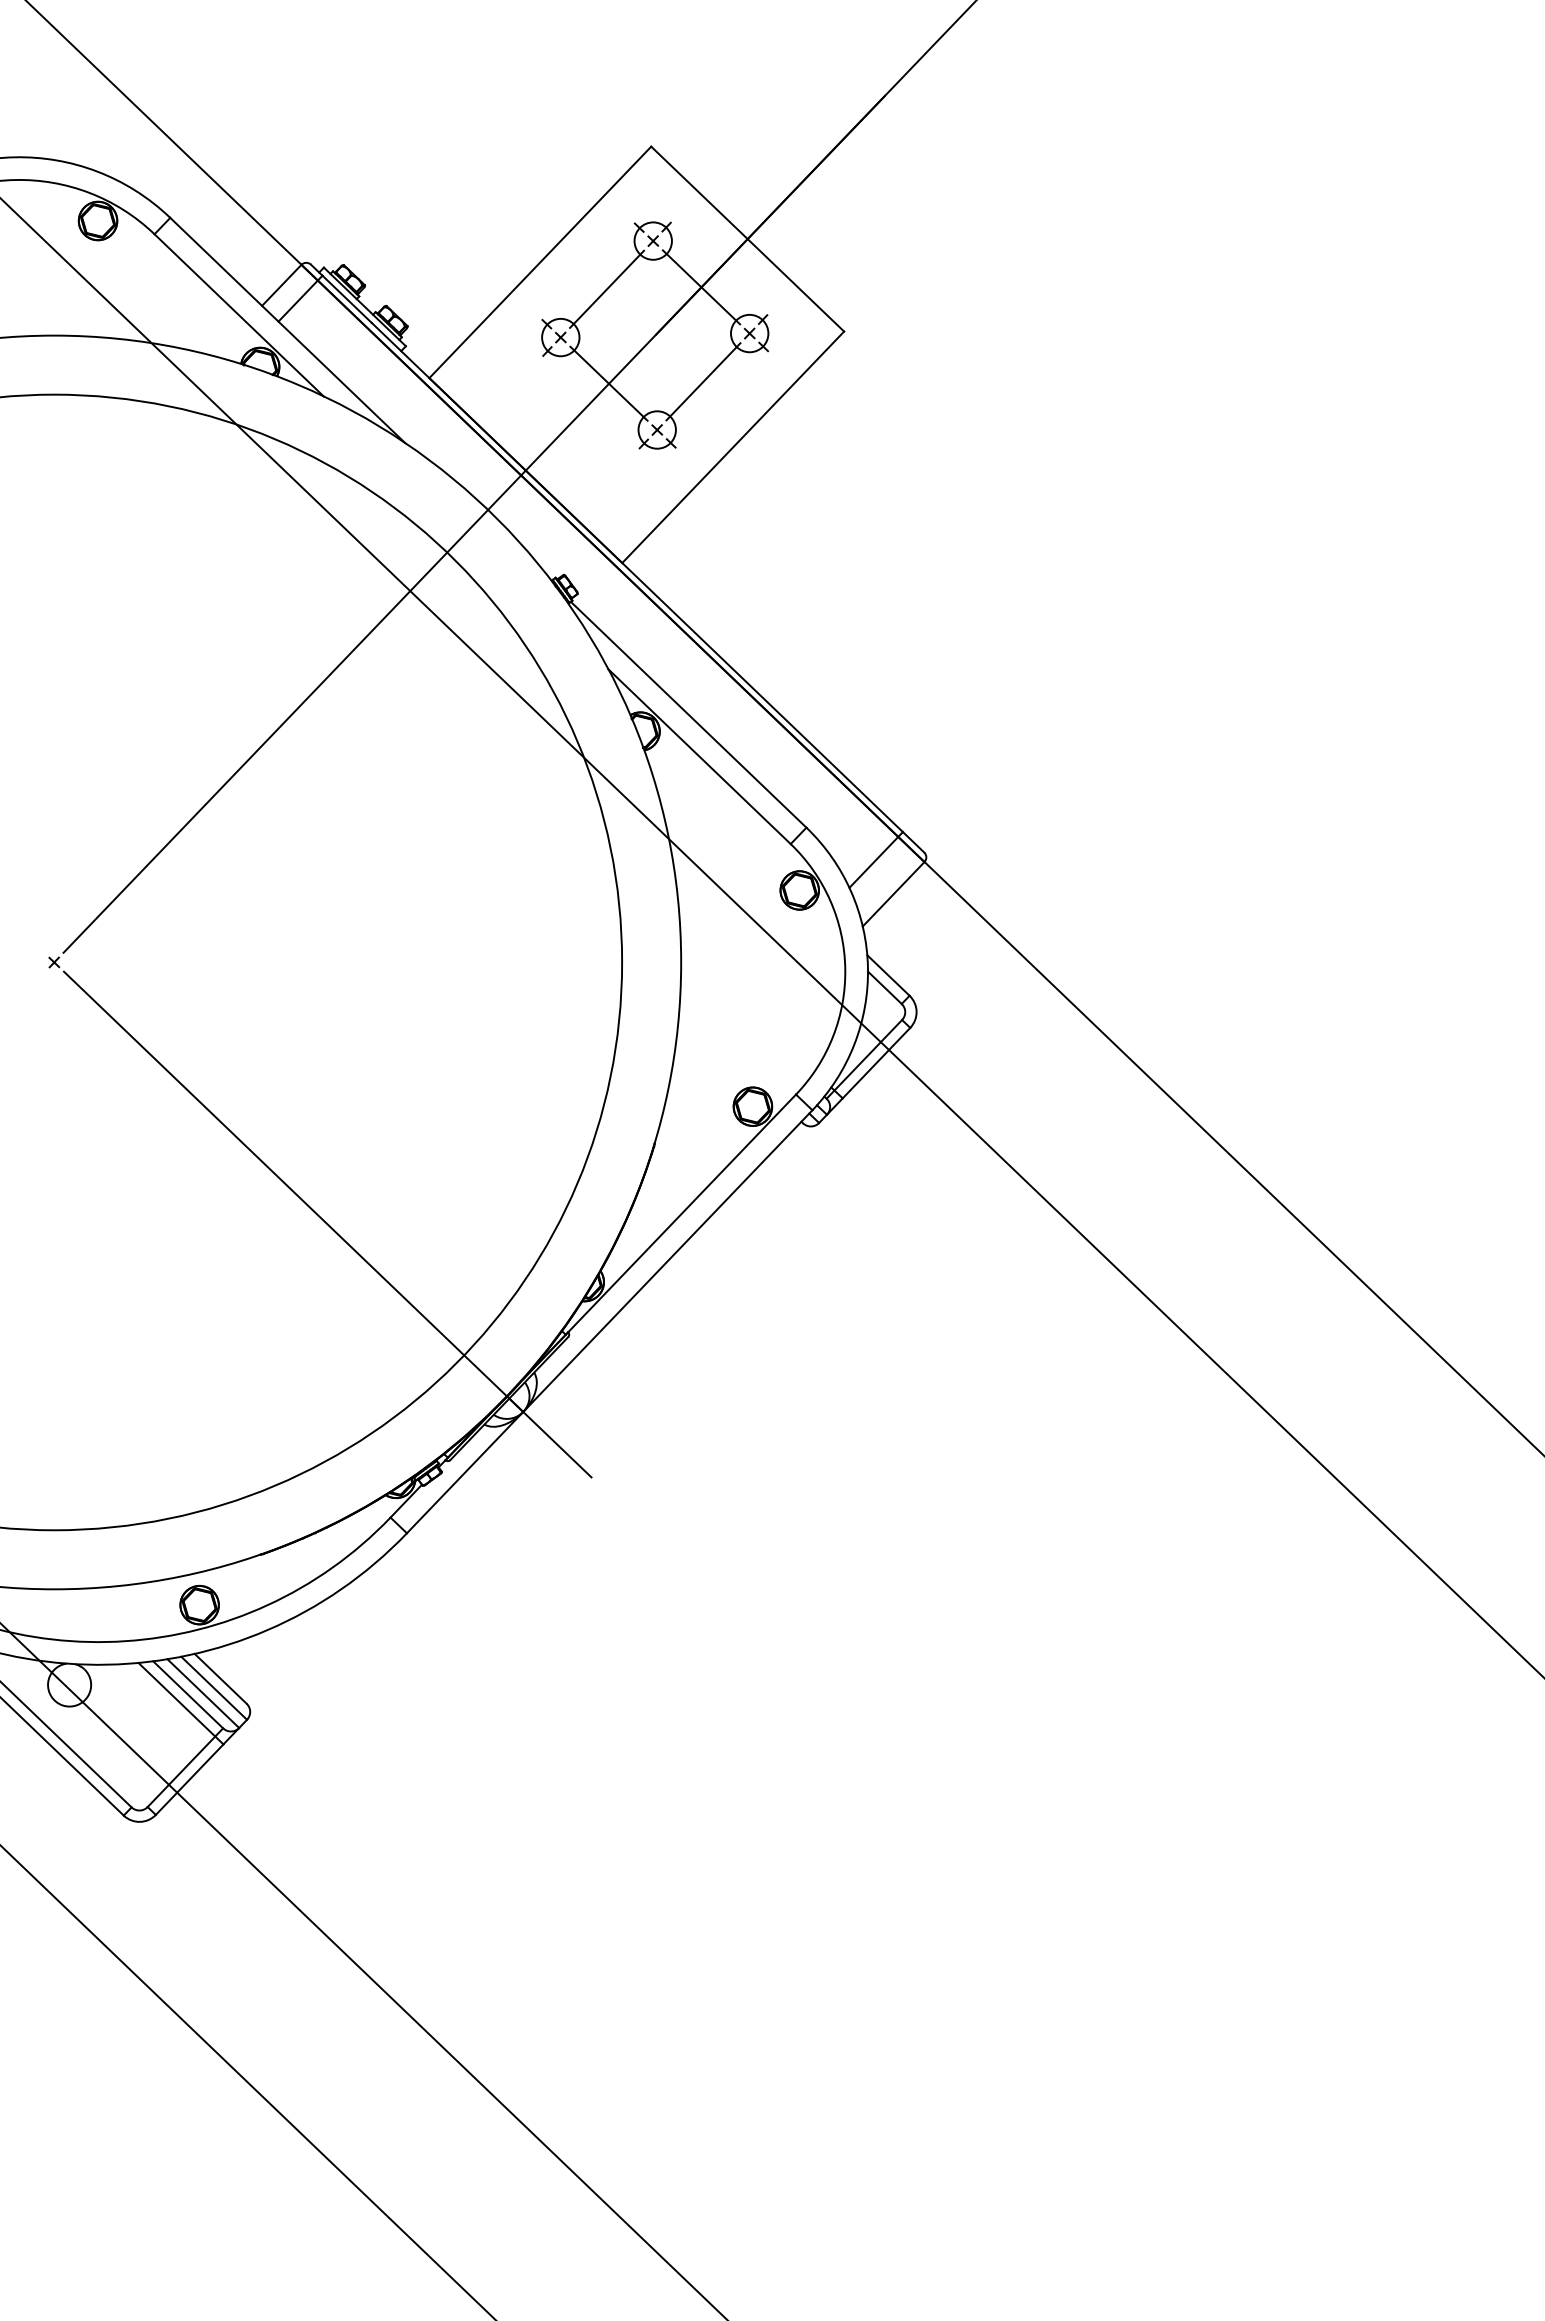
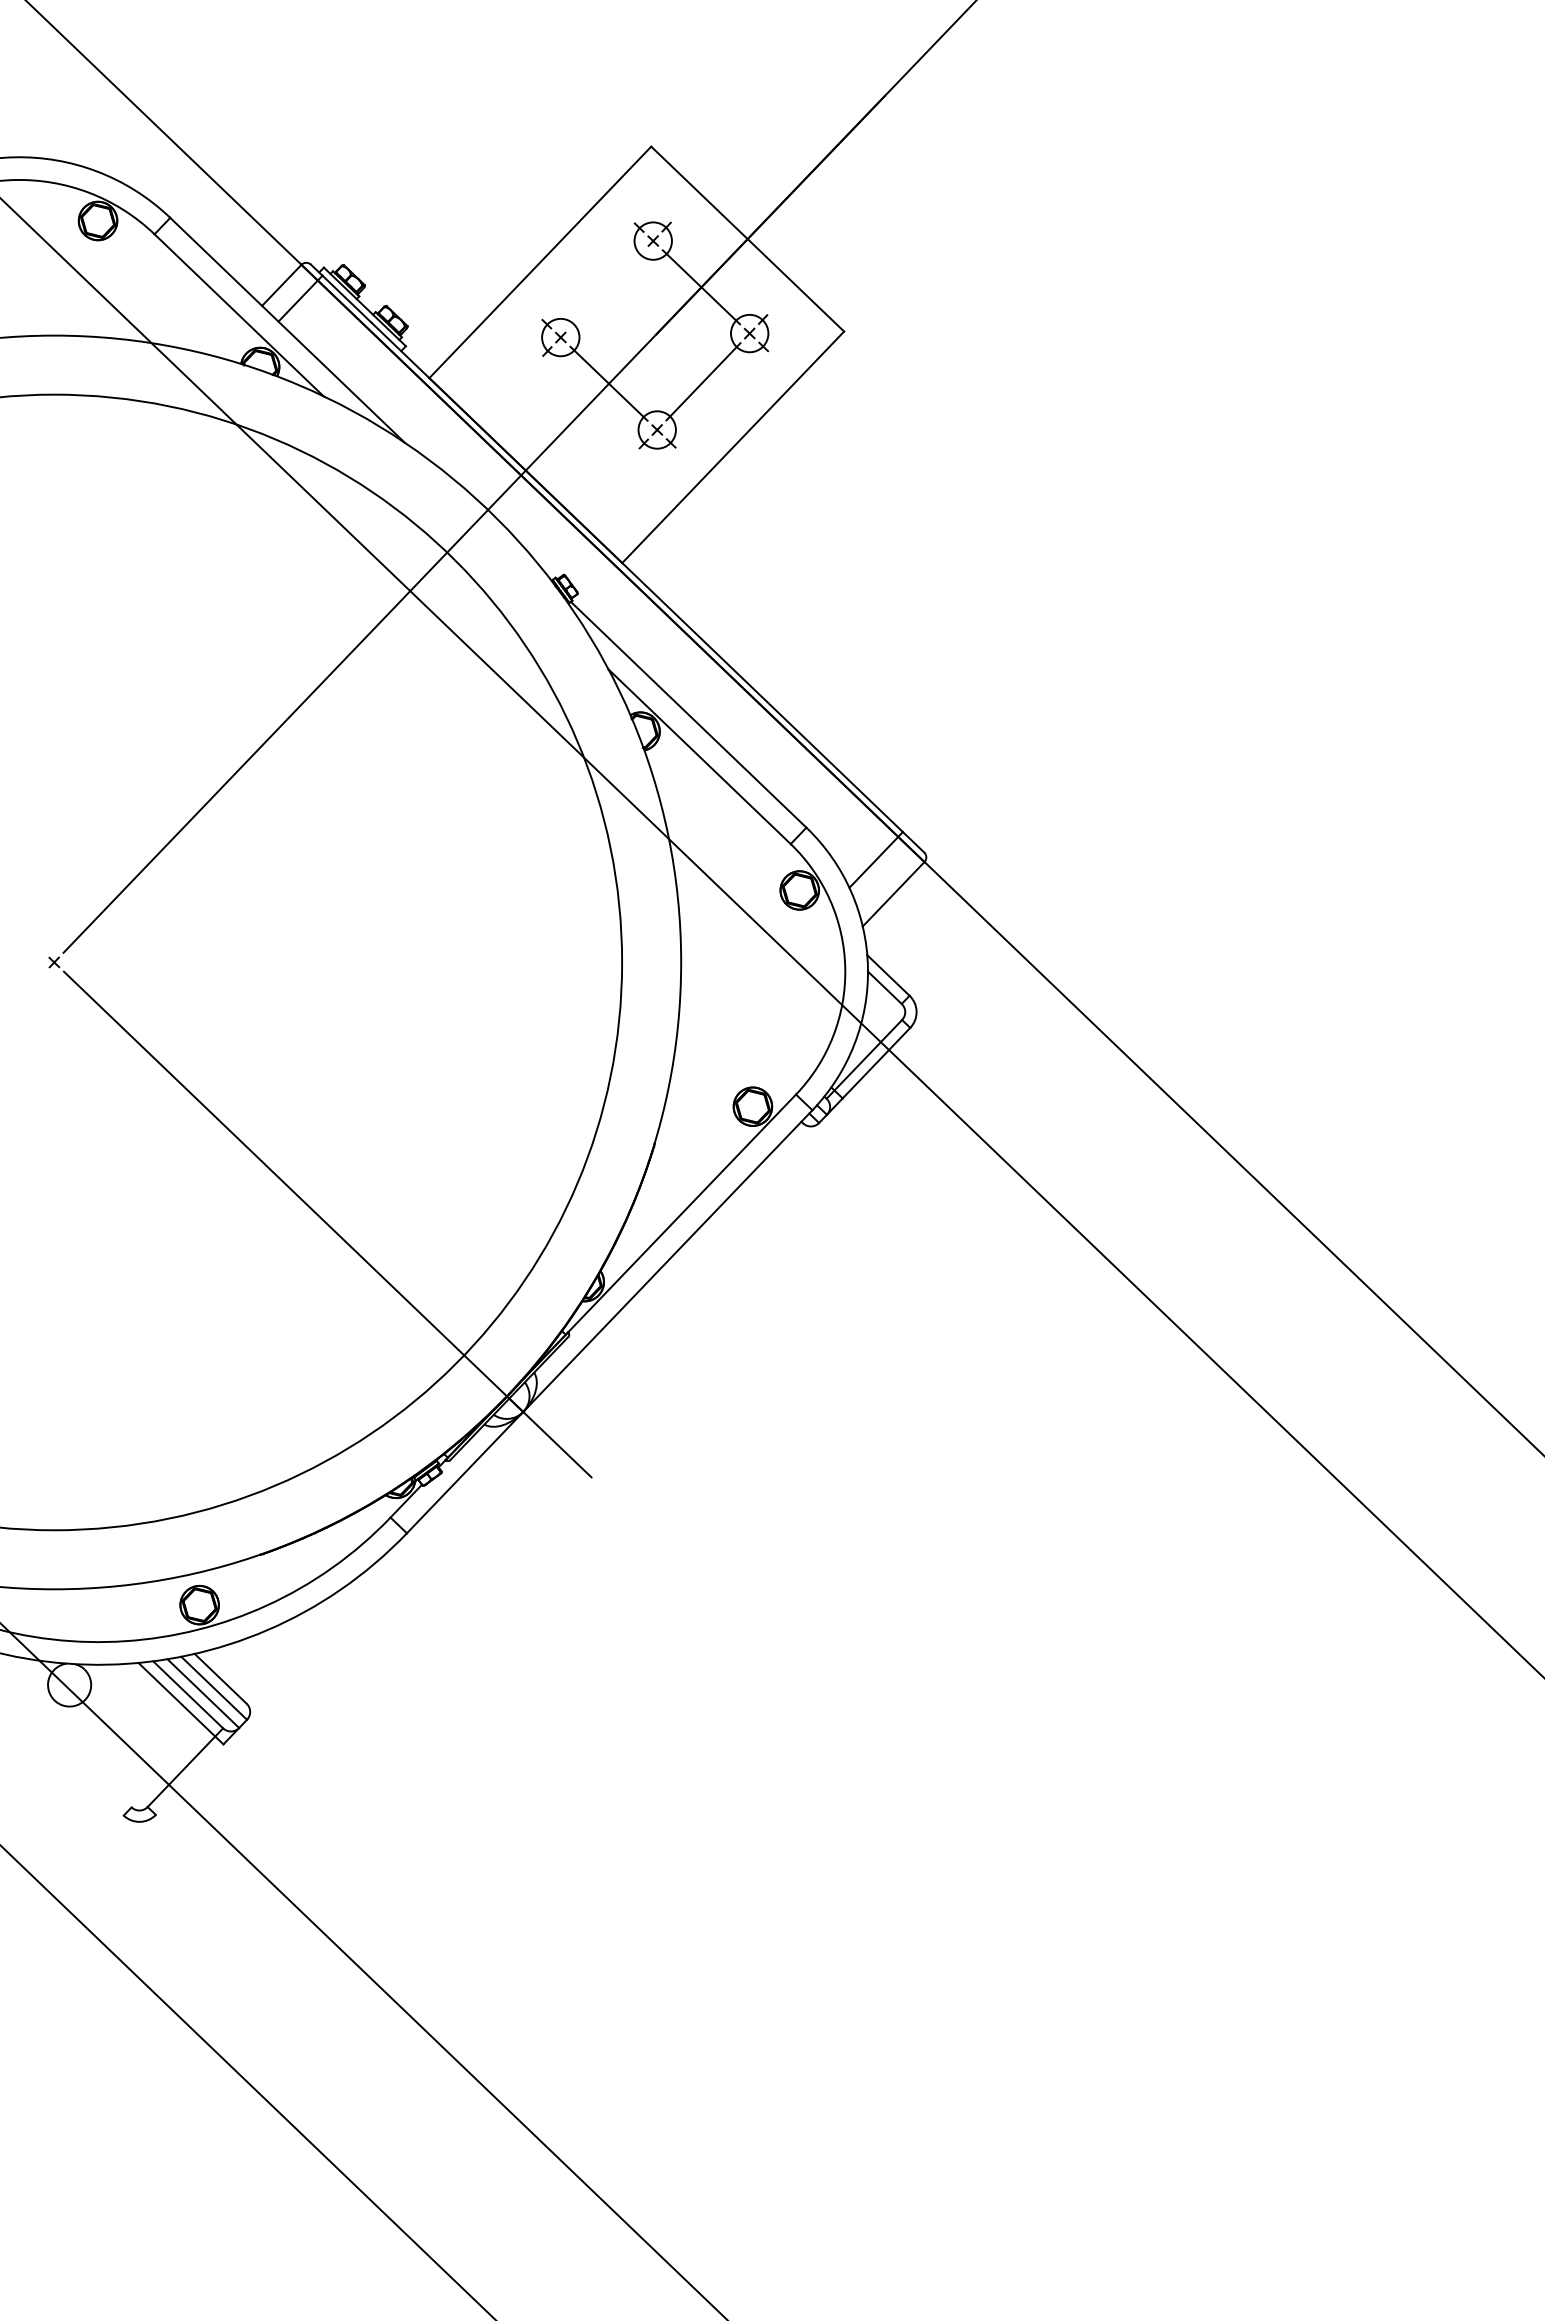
line at (607, 288): present -> none
line at (66, 1745): present -> none
line at (62, 1757): present -> none
line at (189, 1779): present -> none
